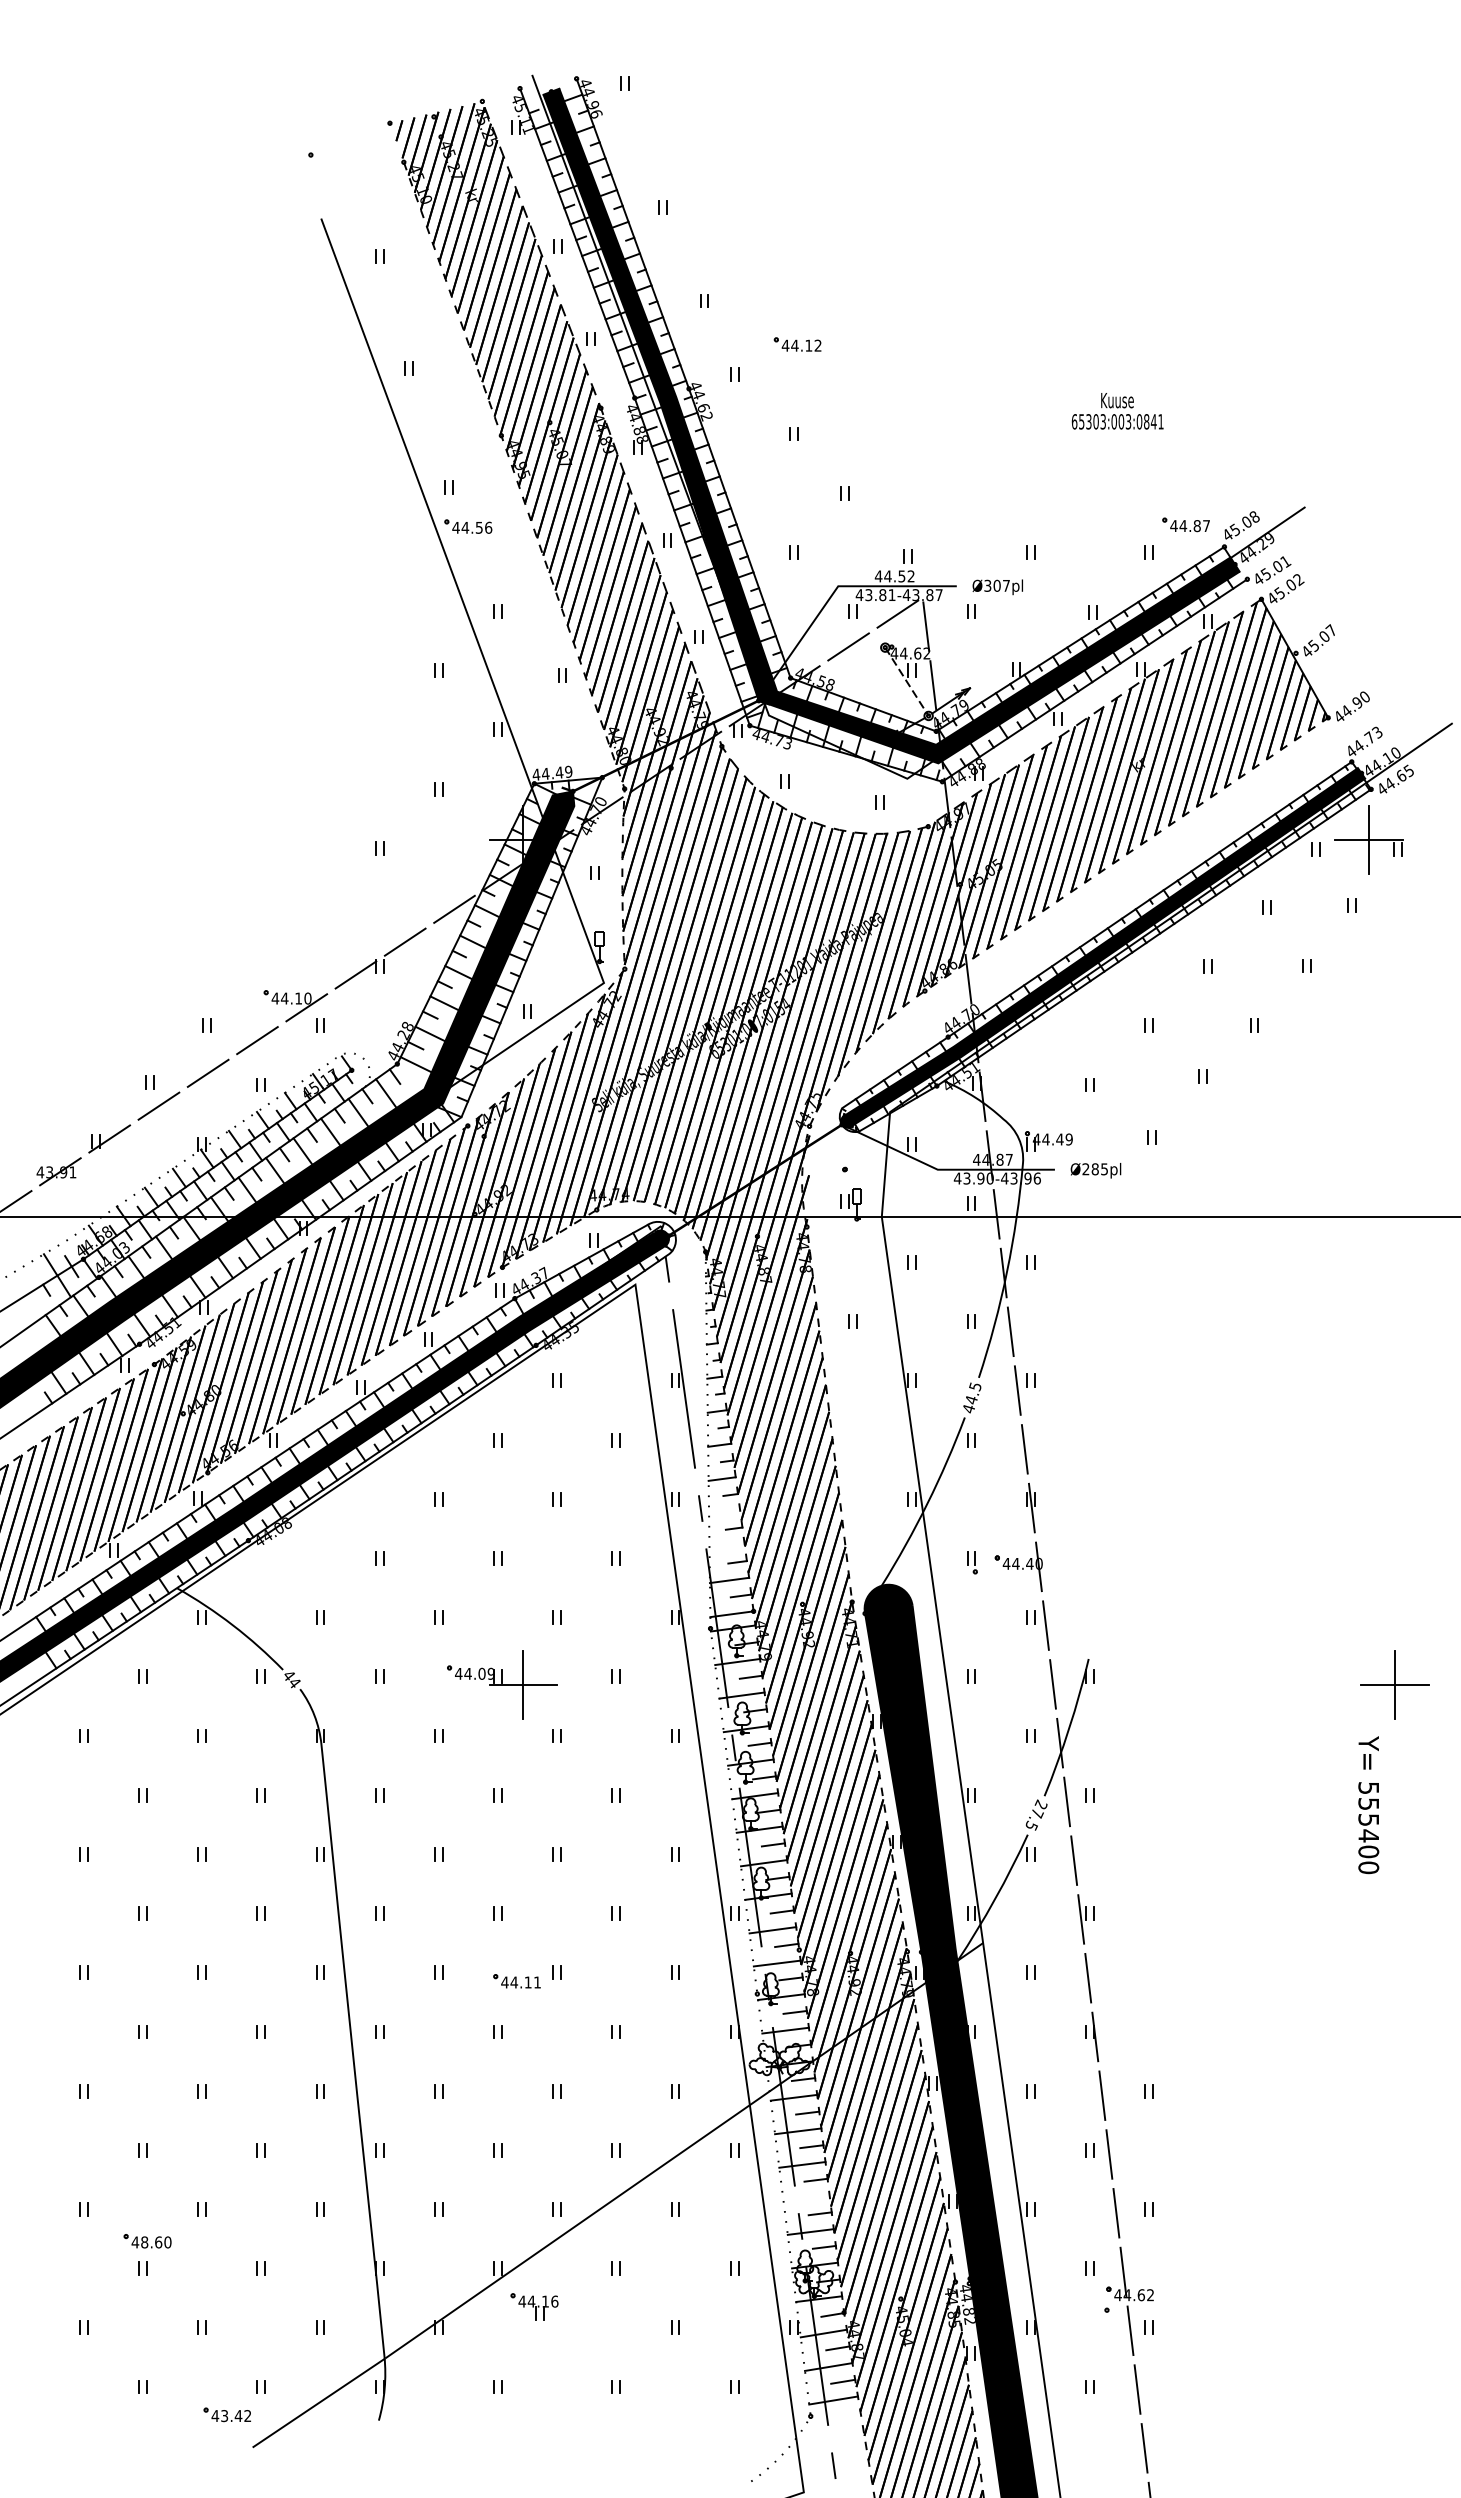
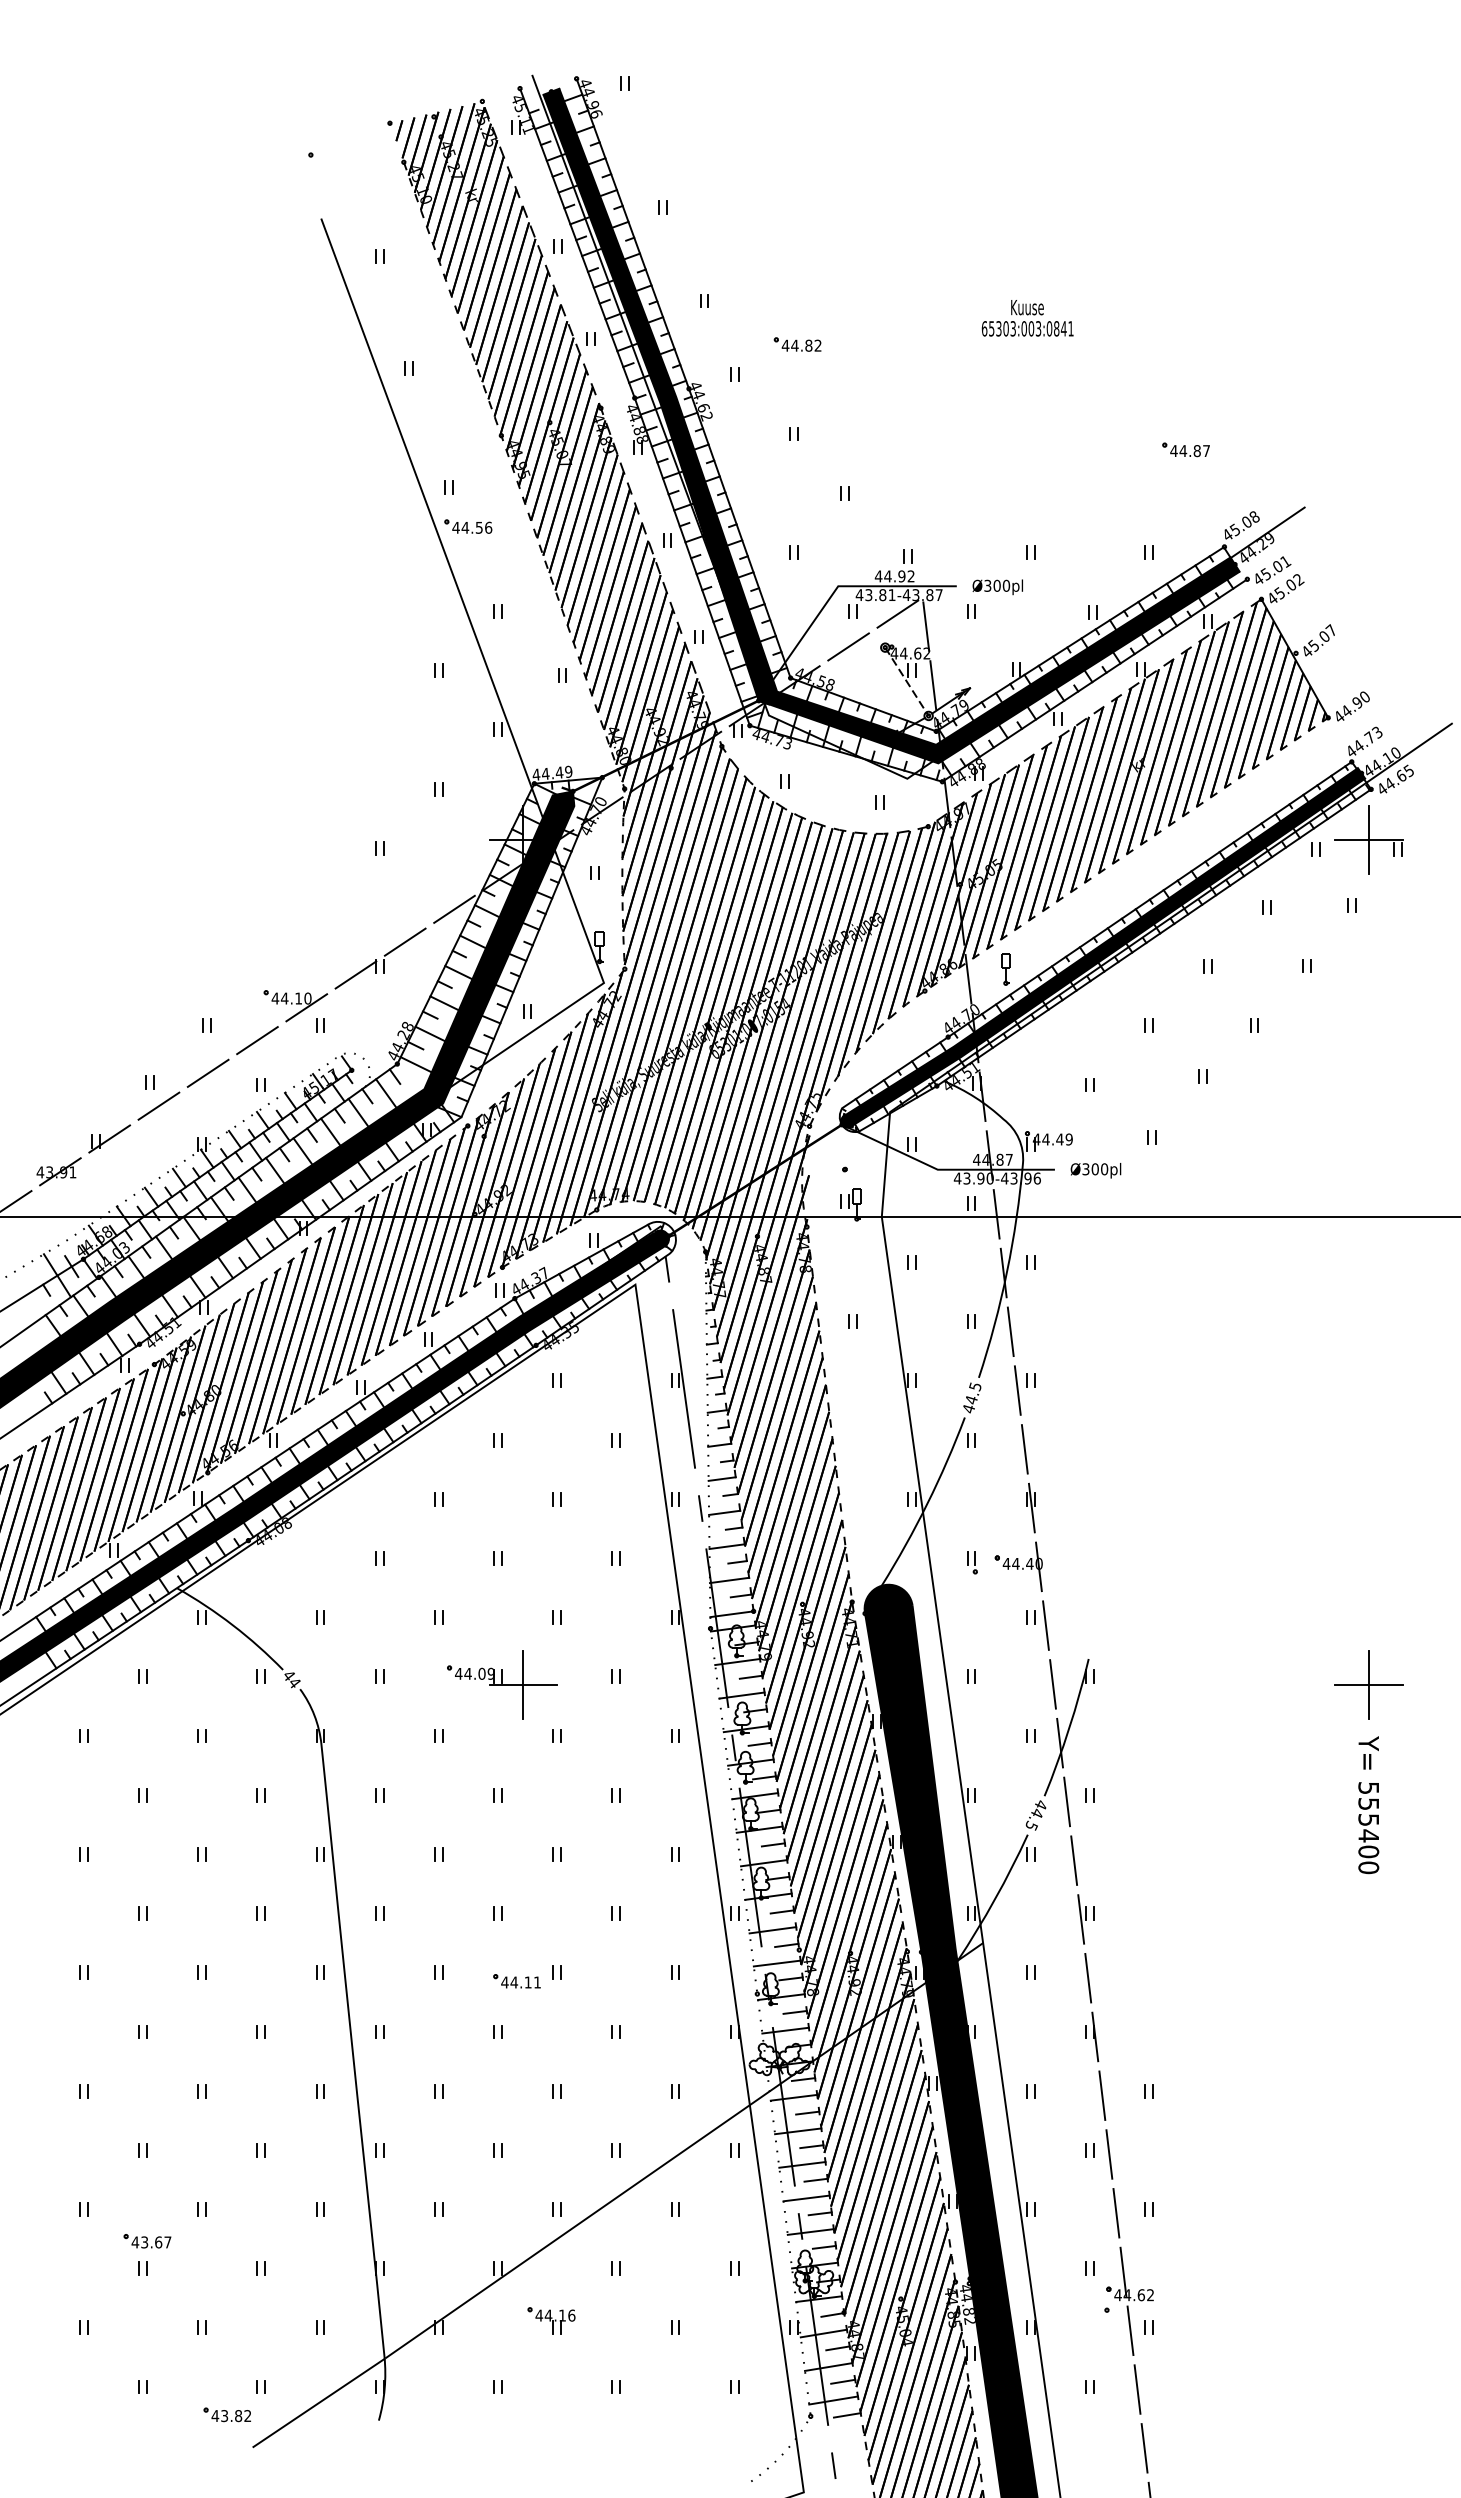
text at (808, 345): 44.12 -> 44.82
text at (1117, 411) position: (1117, 411) -> (1027, 318)
part at (1185, 524) position: (1185, 524) -> (1185, 449)
text at (901, 576): 44.52 -> 44.92
text at (1006, 585): Ø307pl -> Ø300pl
part at (1005, 969): none -> present
text at (1095, 1169): Ø285pl -> Ø300pl
line at (724, 1512): none -> present
line at (726, 1546): none -> present
part at (1394, 1684) position: (1394, 1684) -> (1368, 1684)
text at (1039, 1808): 27.5 -> 44.5
line at (806, 2198): none -> present
text at (156, 2242): 48.60 -> 43.67
part at (534, 2306) position: (534, 2306) -> (551, 2320)
line at (846, 2415): none -> present
text at (238, 2416): 43.42 -> 43.82
